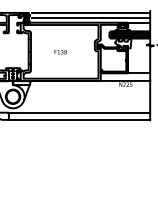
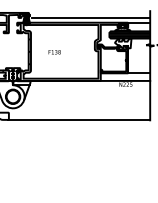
line at (91, 12): present -> none
text at (60, 52) position: (60, 52) -> (54, 52)
line at (79, 112): present -> none
